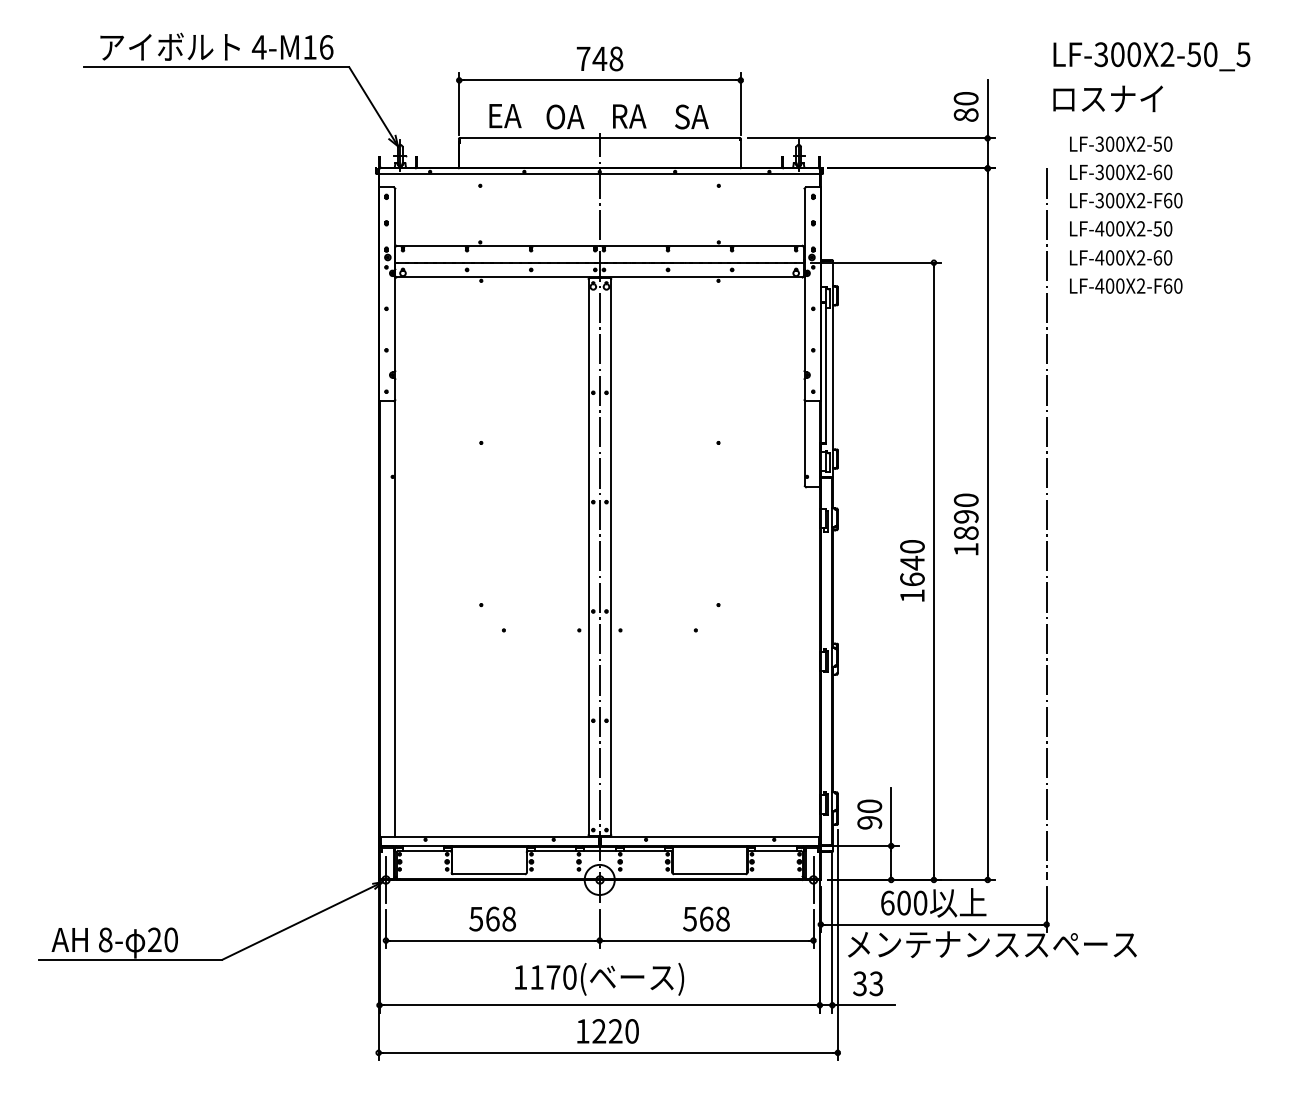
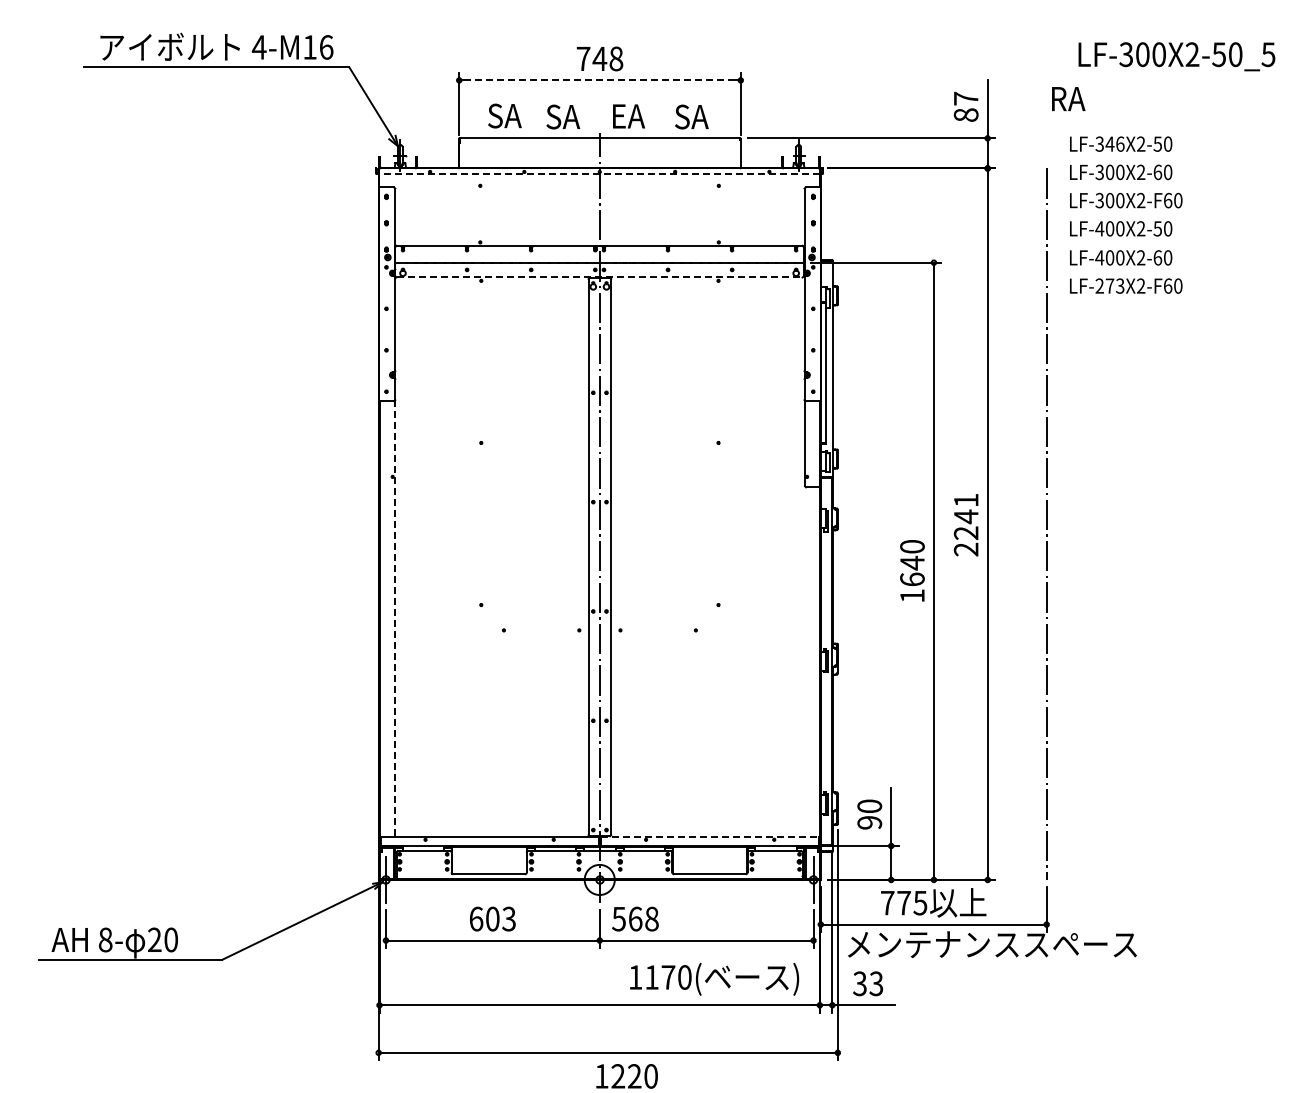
text at (1151, 56) position: (1151, 56) -> (1176, 56)
line at (600, 80): solid -> dashed
text at (965, 98): 80 -> 87
text at (1107, 98): ロスナイ -> RA
text at (504, 115): EA -> SA
text at (565, 116): OA -> SA
text at (630, 116): RA -> EA
text at (1114, 143): LF-300X2-50 -> LF-346X2-50
line at (599, 174): solid -> dashed
line at (600, 277): solid -> dashed
text at (1109, 285): LF-400X2-F60 -> LF-273X2-F60
text at (965, 524): 1890 -> 2241
line at (394, 619): solid -> dashed
line at (710, 836): solid -> dashed
text at (904, 902): 600 -> 775
text at (492, 918): 568 -> 603
text at (706, 918) position: (706, 918) -> (635, 918)
text at (599, 979) position: (599, 979) -> (714, 979)
text at (607, 1031) position: (607, 1031) -> (626, 1076)
